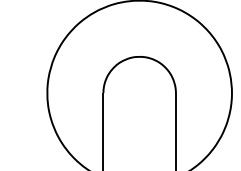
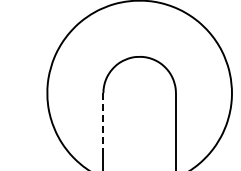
line at (103, 123): solid -> dashed
